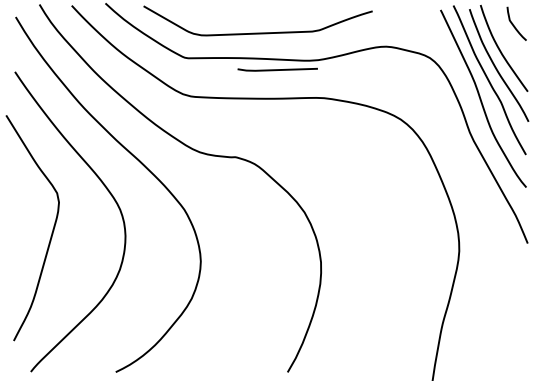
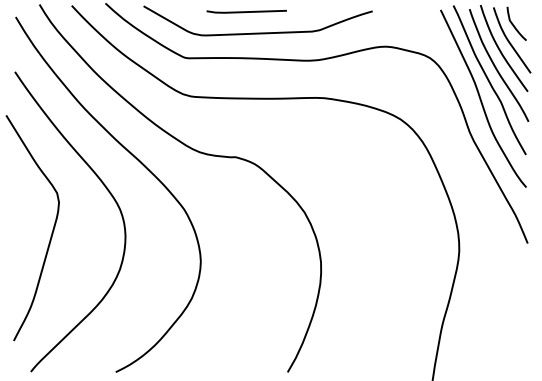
curve at (510, 42): none -> present
line at (277, 69) position: (277, 69) -> (246, 11)
